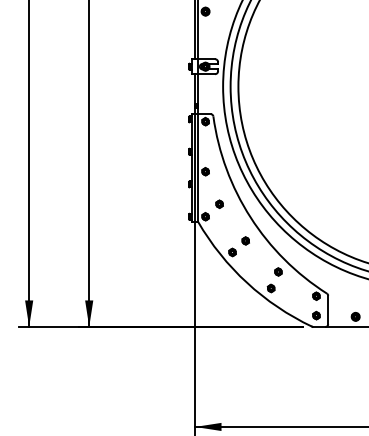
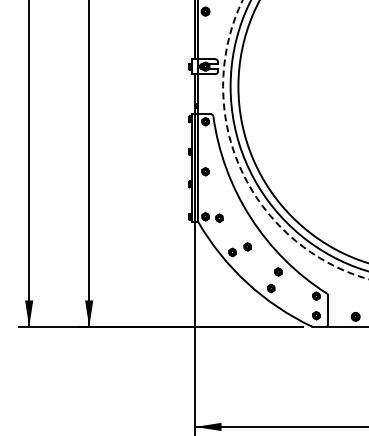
circle at (295, 139): solid -> dashed
part at (219, 203) position: (219, 203) -> (219, 217)
part at (245, 240) position: (245, 240) -> (247, 246)
